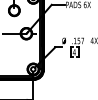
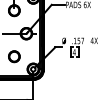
part at (14, 56): none -> present
